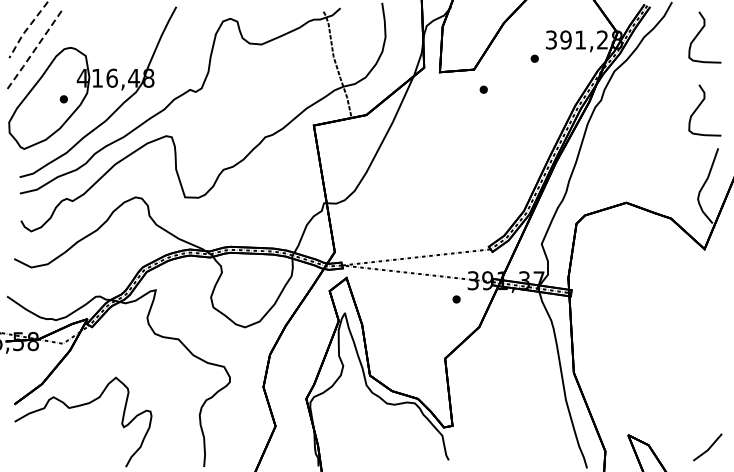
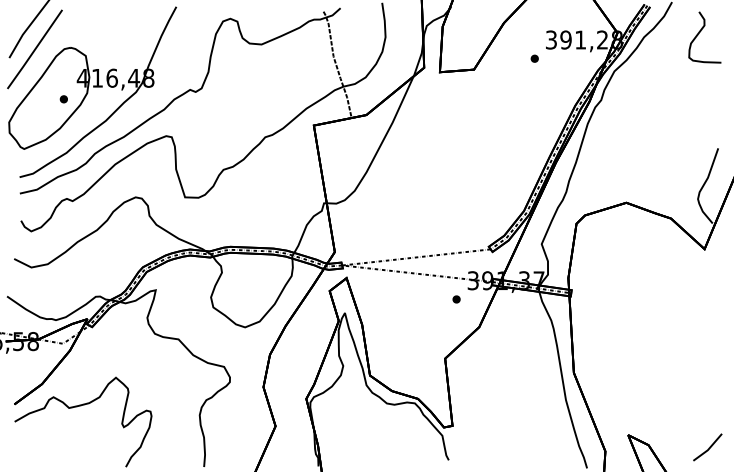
line at (27, 28): dashed -> solid
line at (34, 50): dashed -> solid
part at (483, 89): present -> none
curve at (698, 108): present -> none
